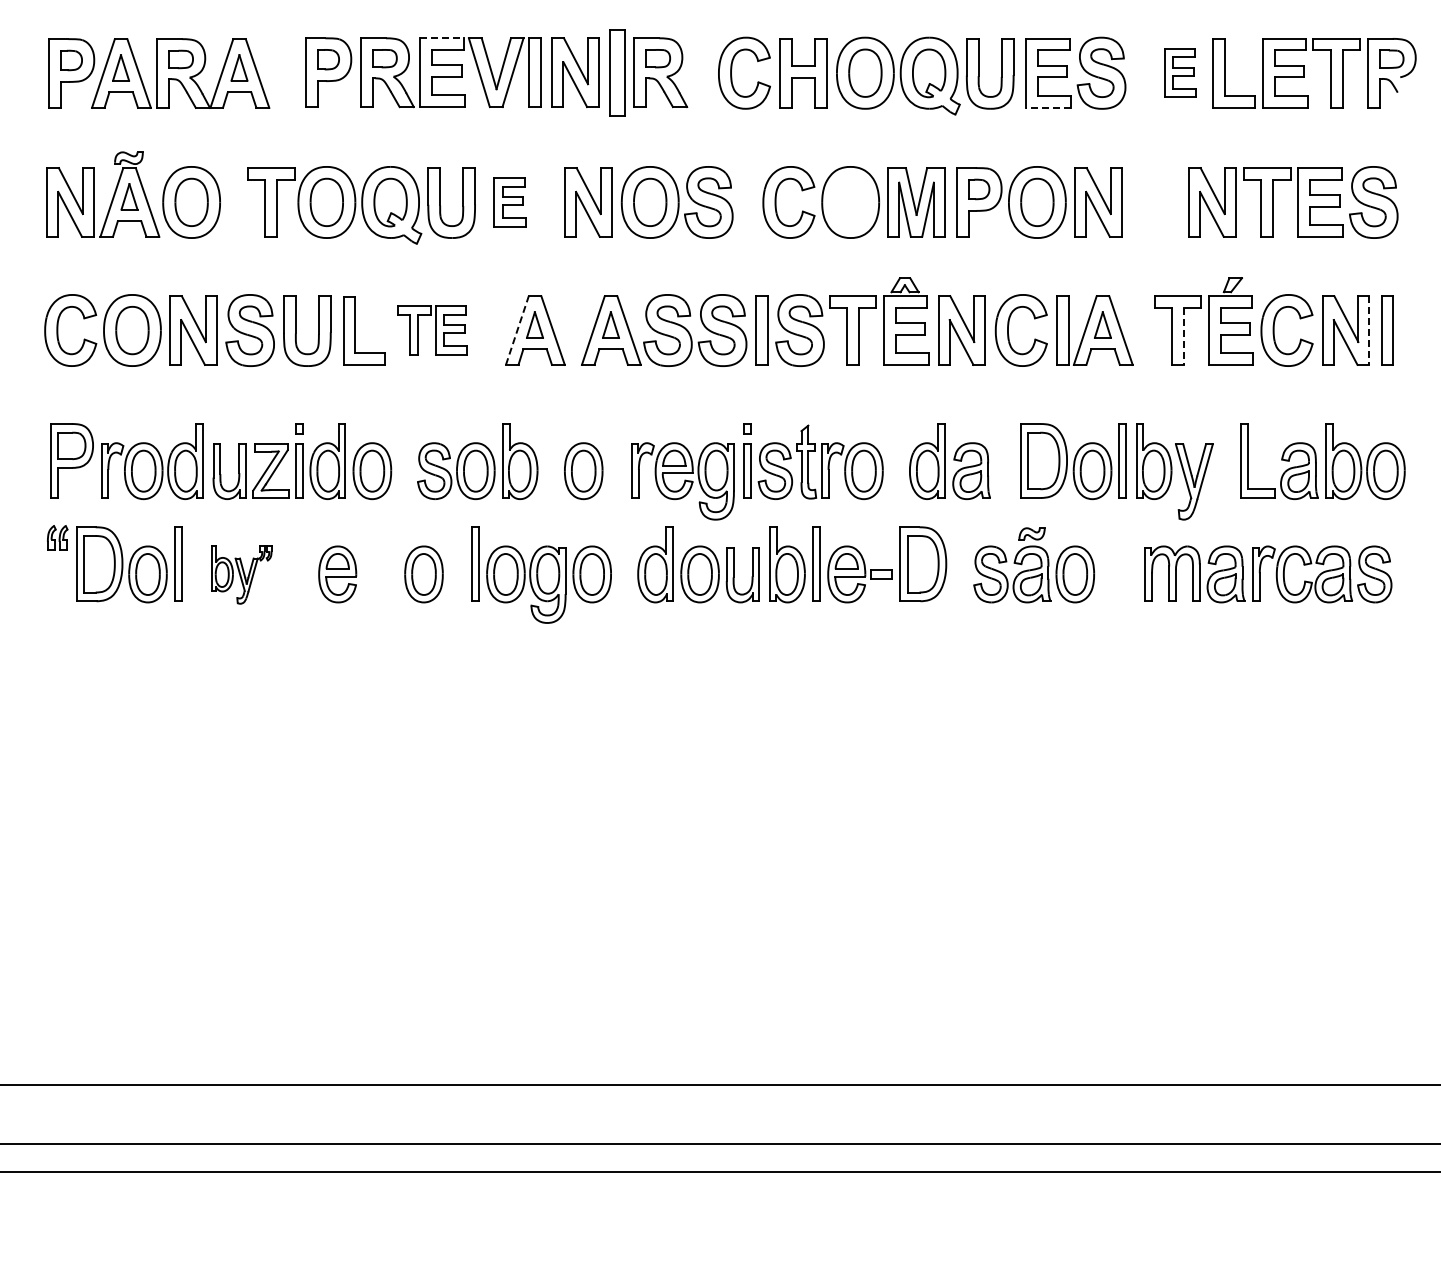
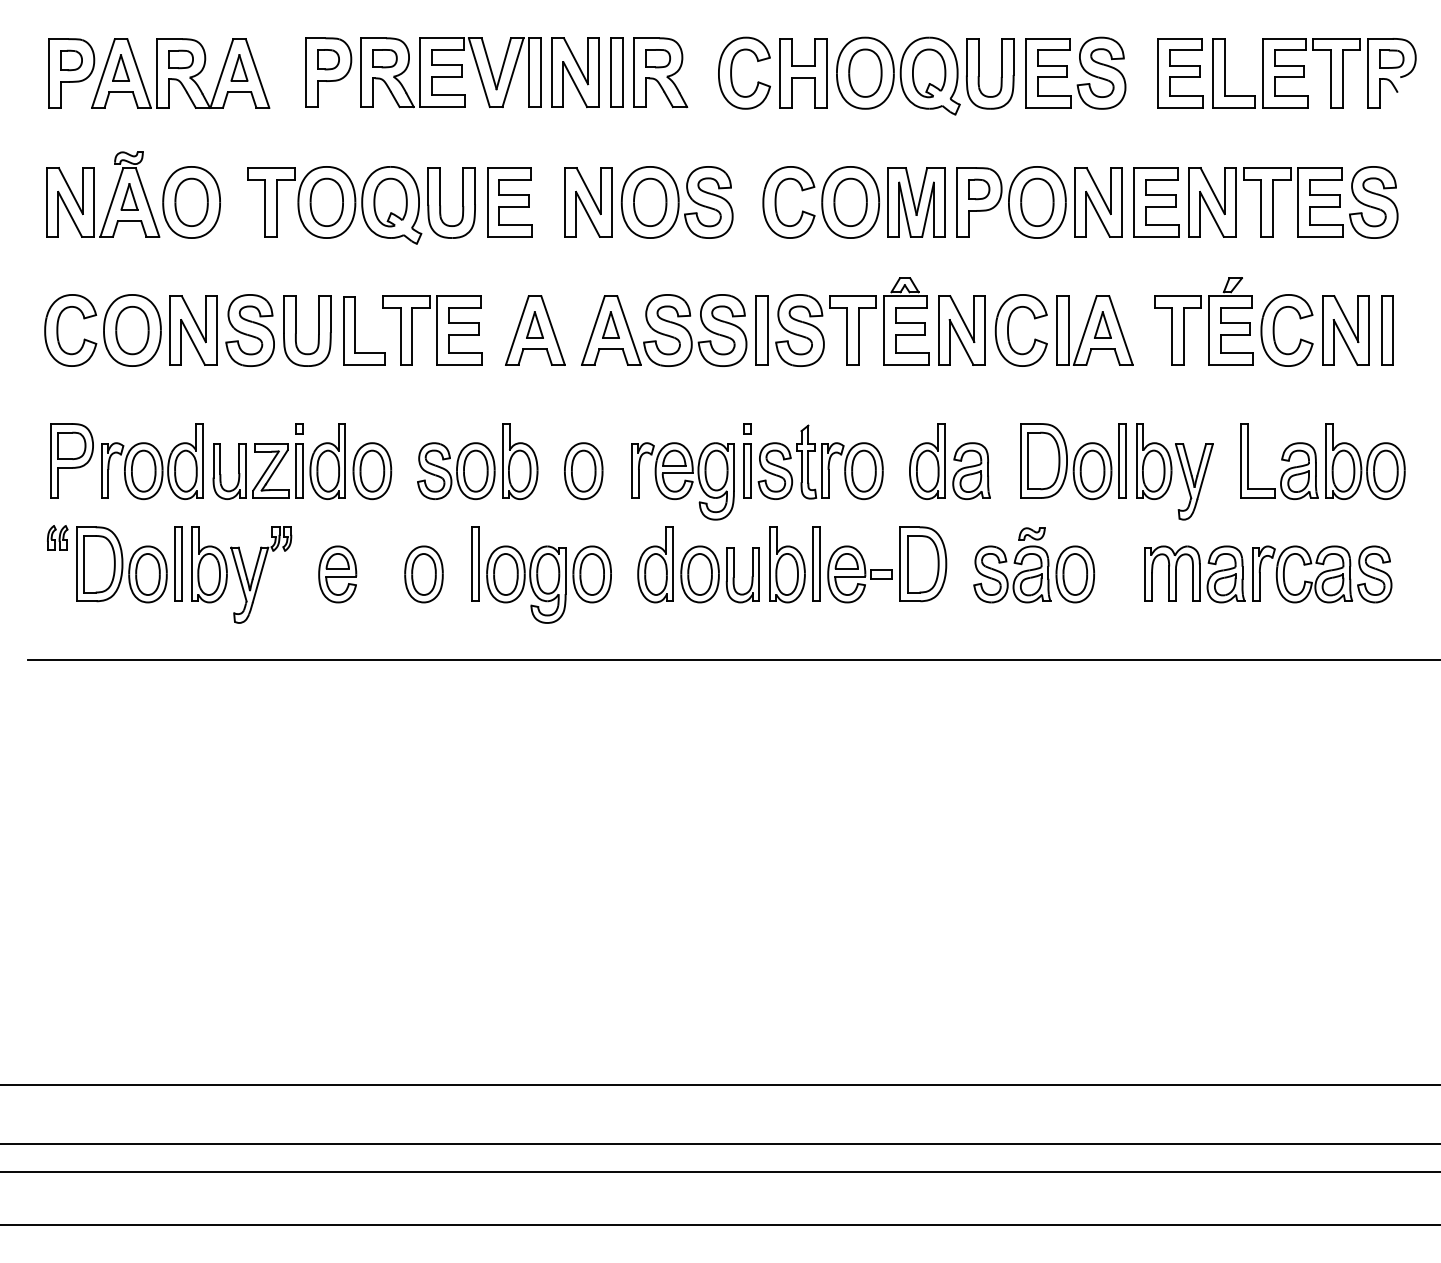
line at (441, 38): dashed -> solid
part at (617, 72) size: 17x88 px -> 14x71 px
part at (1180, 72) size: 33x50 px -> 47x71 px
line at (1047, 107): dashed -> solid
part at (850, 201): none -> present
part at (509, 202) size: 34x51 px -> 46x71 px
part at (1156, 202): none -> present
part at (432, 330) size: 71x51 px -> 101x71 px
line at (517, 330): dashed -> solid
line at (1369, 331): dashed -> solid
line at (1183, 336): dashed -> solid
part at (241, 574) size: 62x60 px -> 102x98 px
line at (732, 660): none -> present
line at (719, 1225): none -> present
